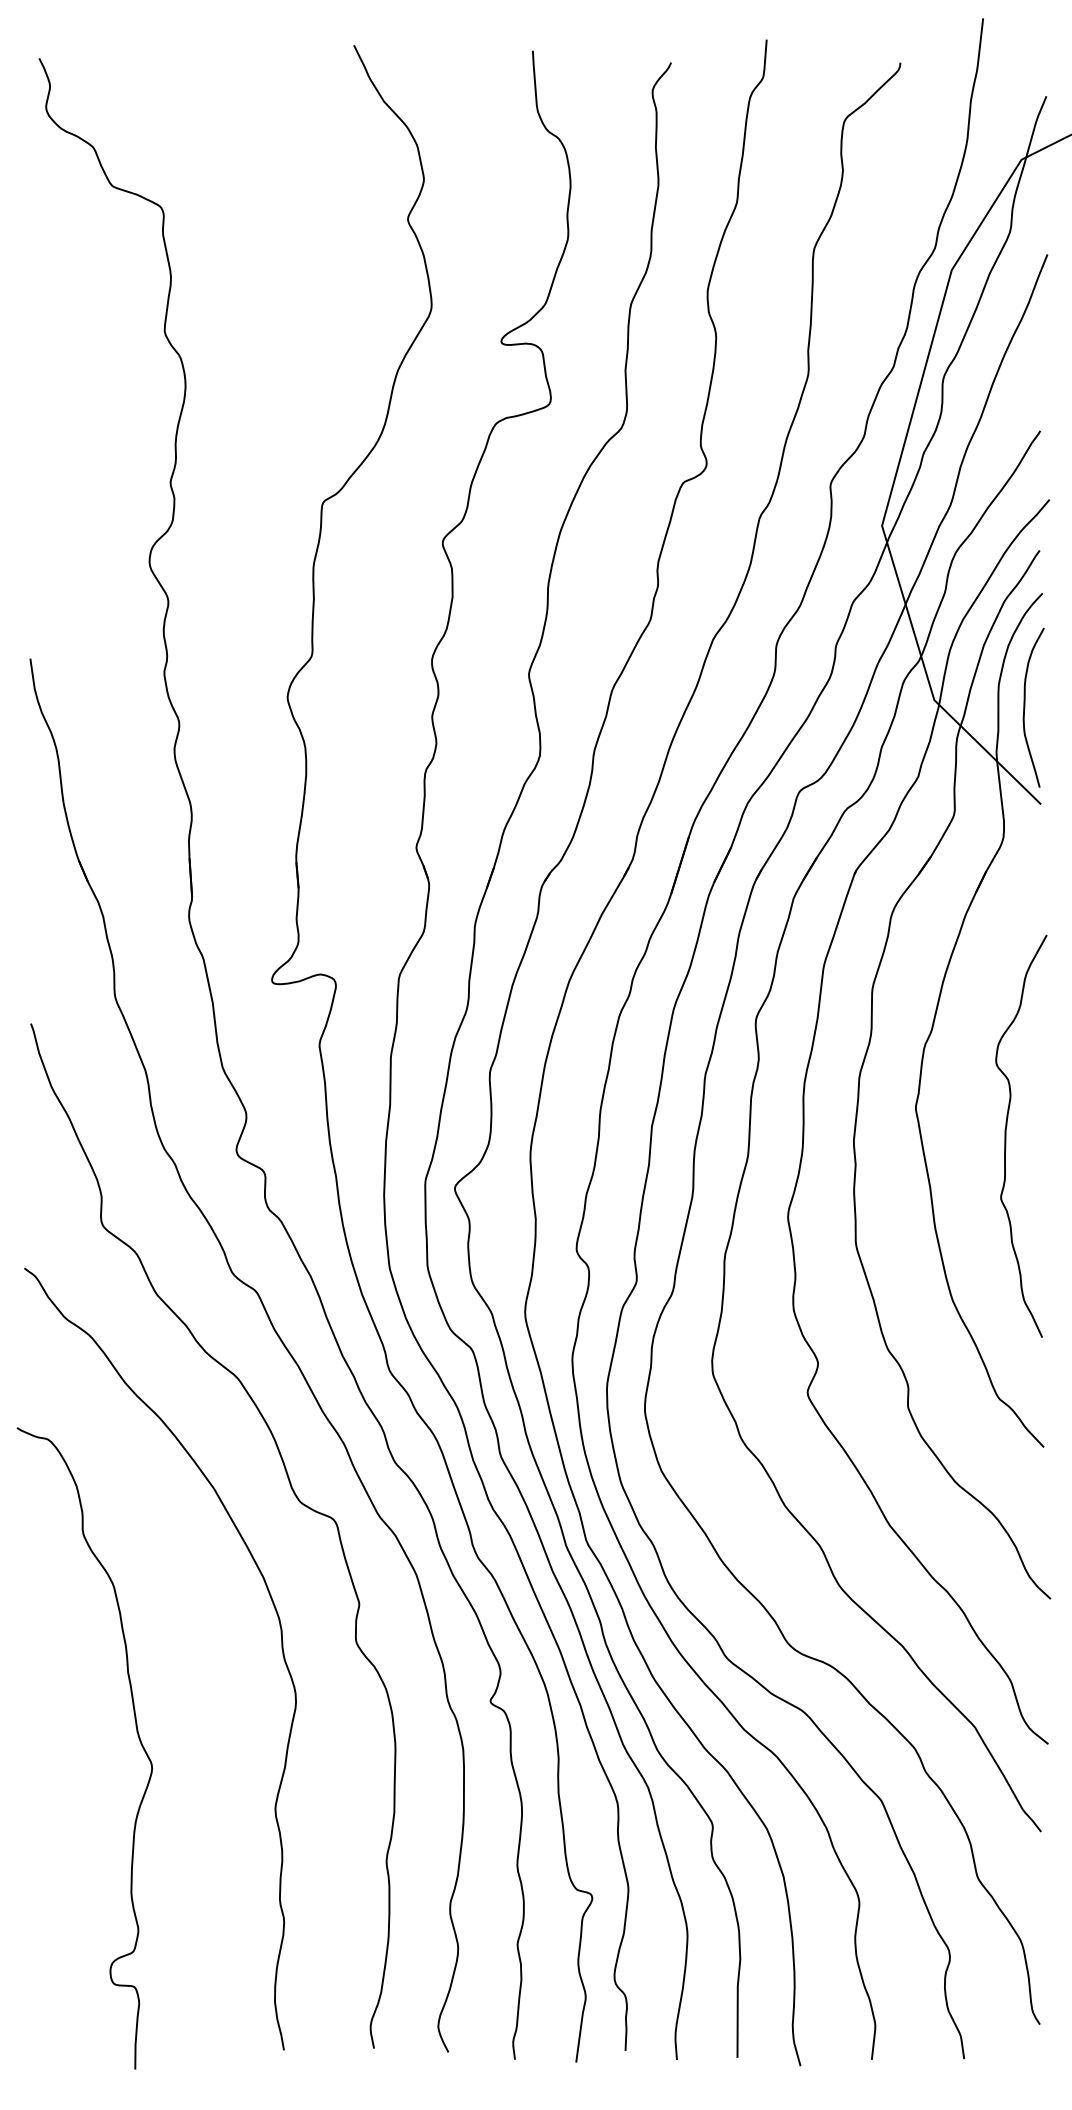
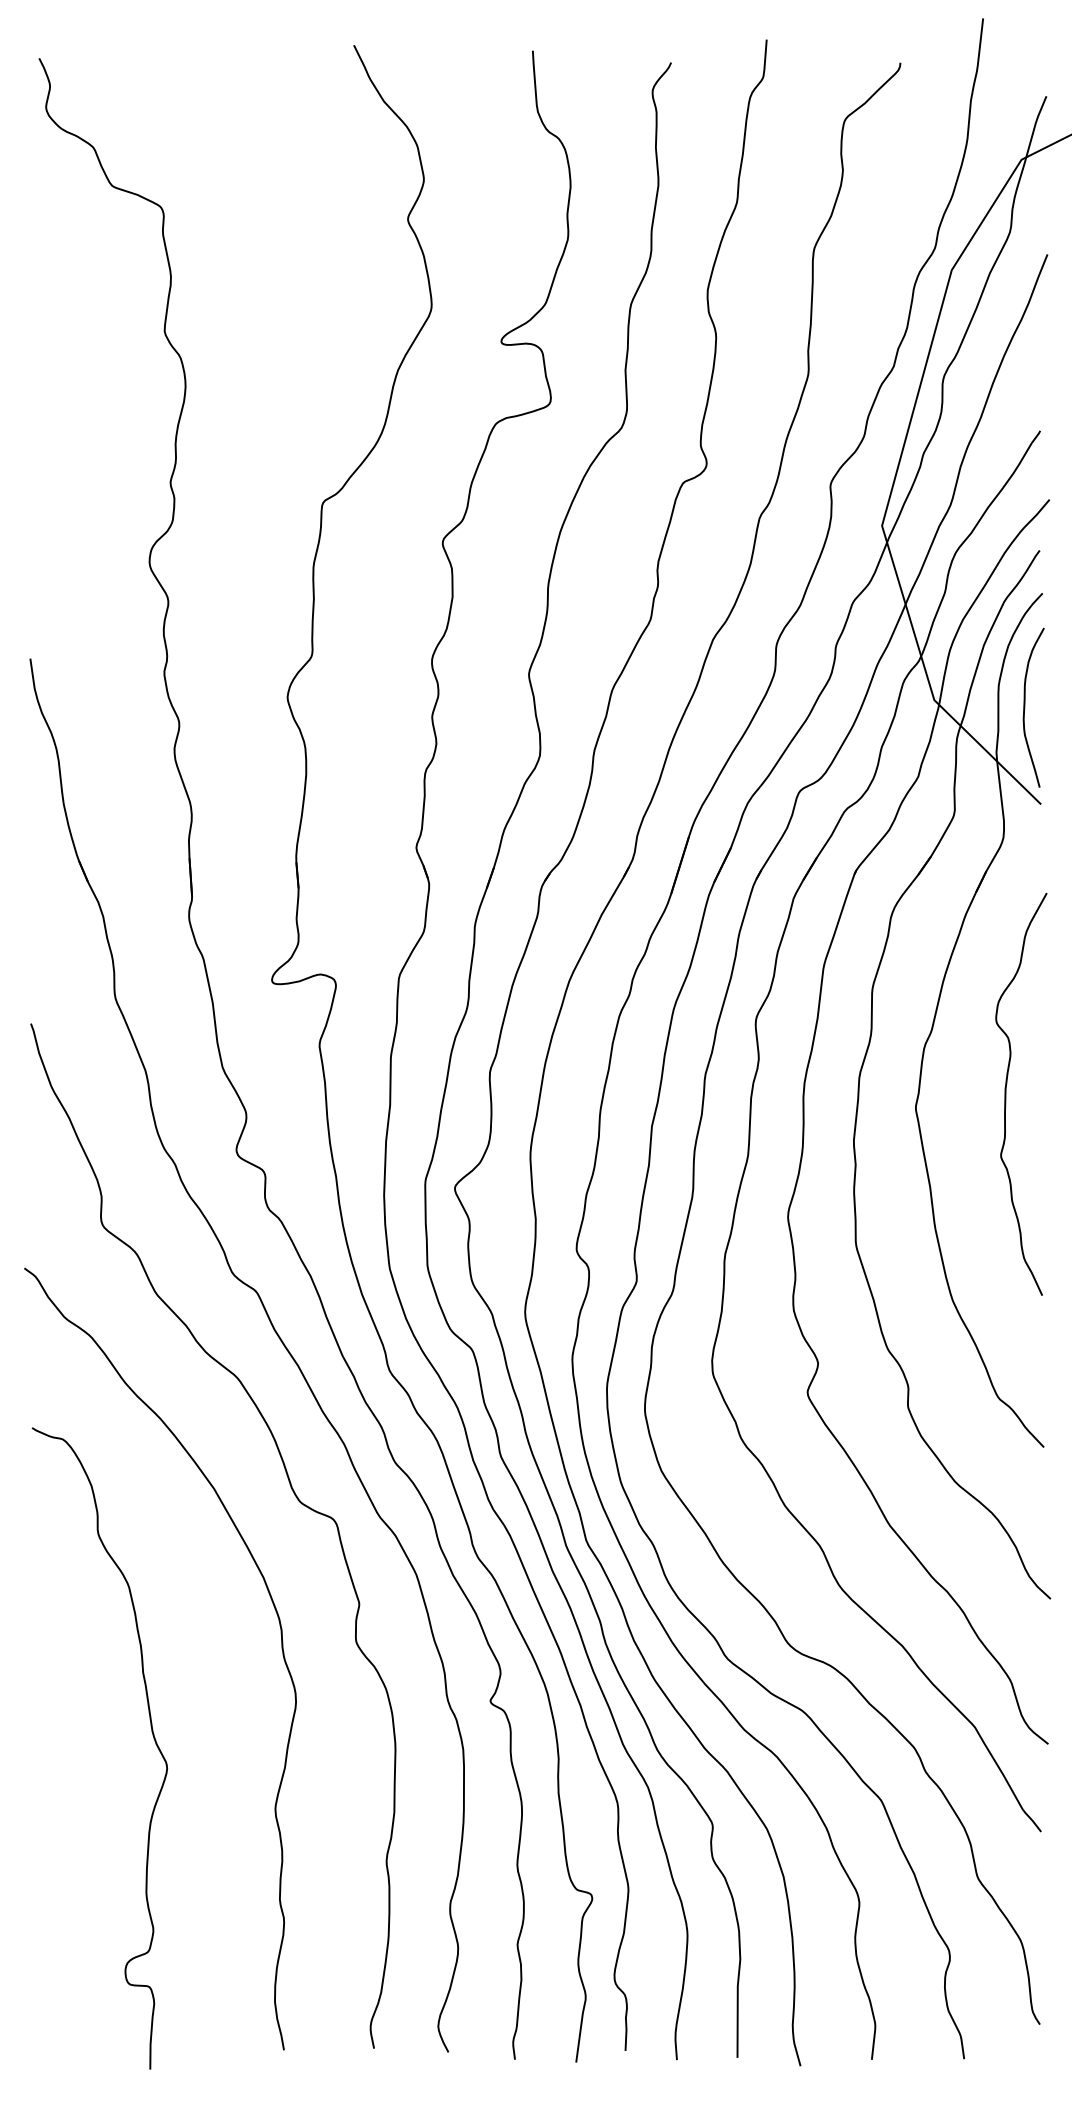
curve at (1006, 1135) position: (1006, 1135) -> (1006, 1093)
curve at (136, 1732) position: (136, 1732) -> (151, 1732)
